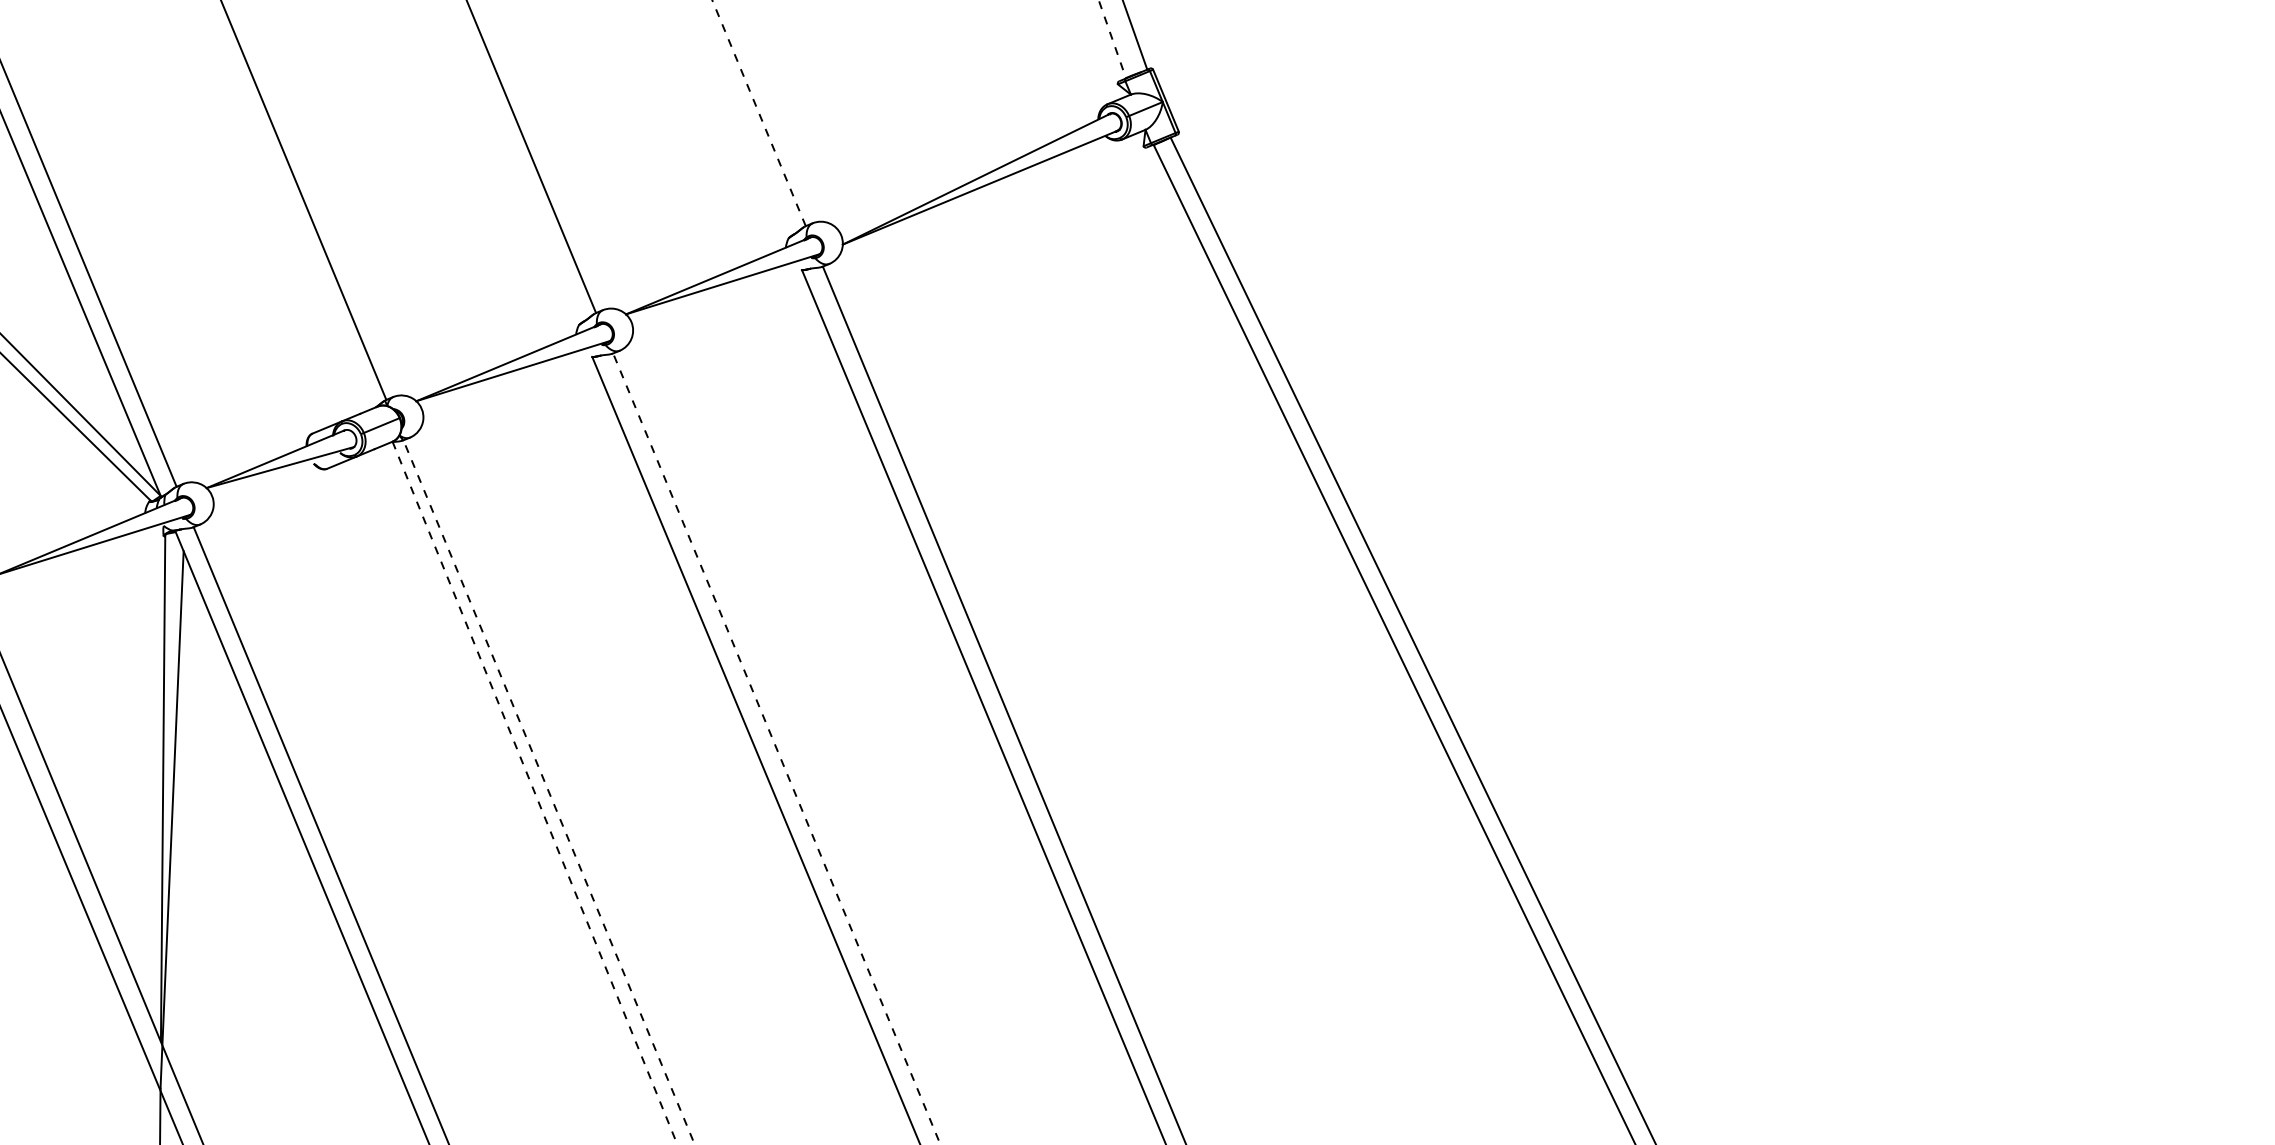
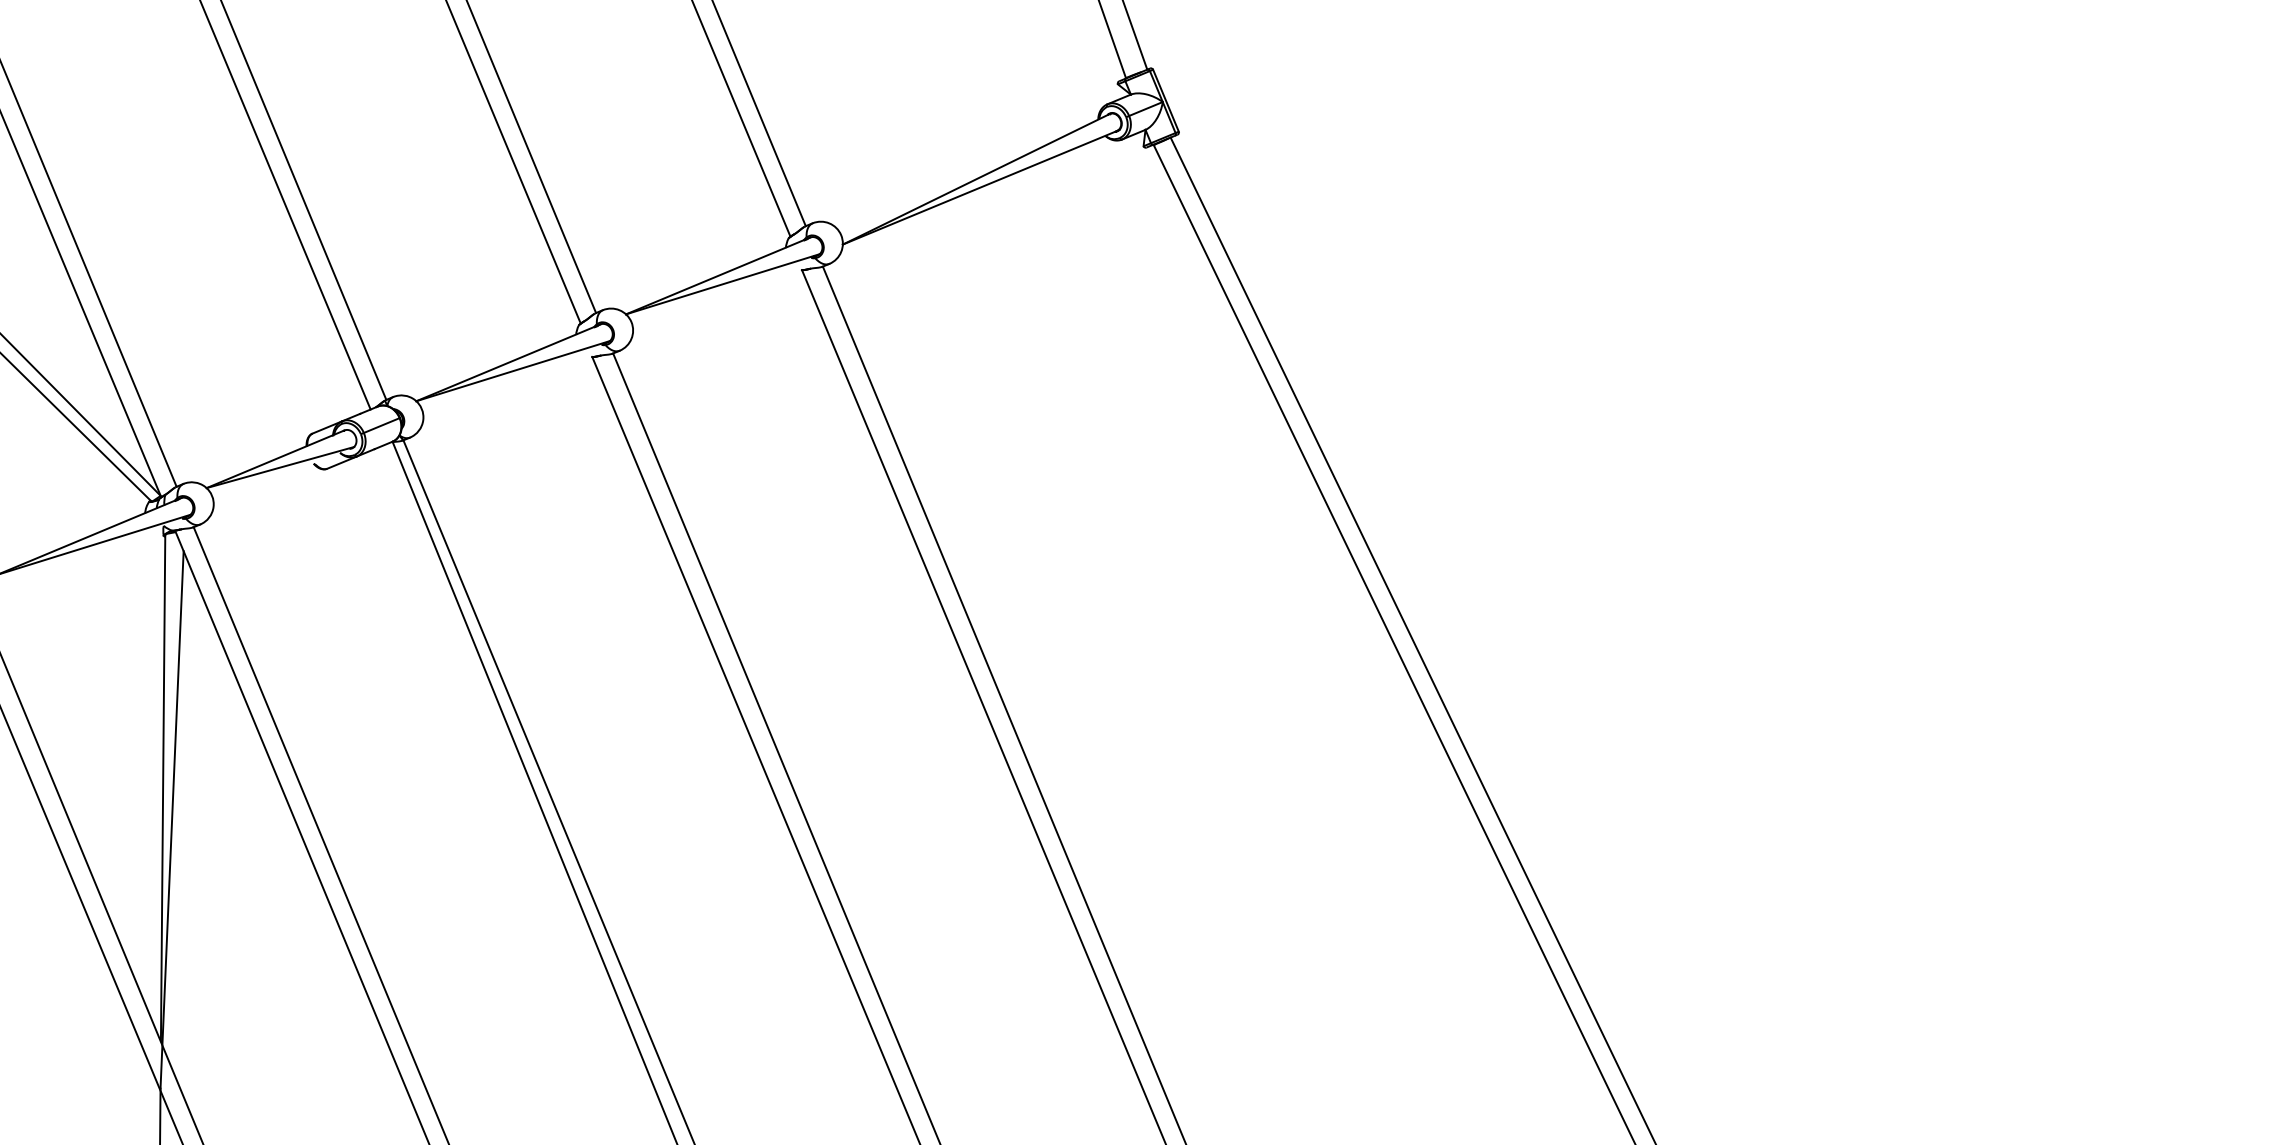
line at (1112, 39): dashed -> solid
line at (759, 113): dashed -> solid
line at (741, 119): none -> present
line at (513, 162): none -> present
line at (285, 205): none -> present
line at (776, 748): dashed -> solid
line at (549, 792): dashed -> solid
line at (535, 793): dashed -> solid
